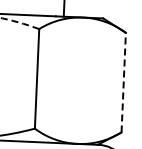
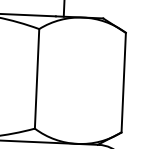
arc at (19, 22): dashed -> solid
line at (123, 82): dashed -> solid
